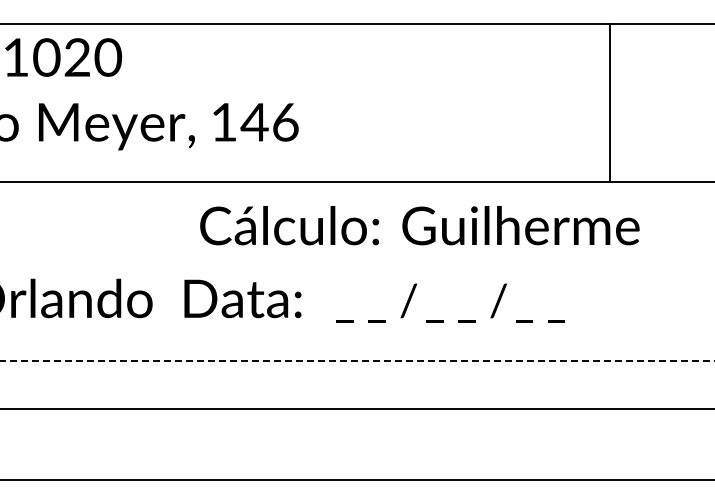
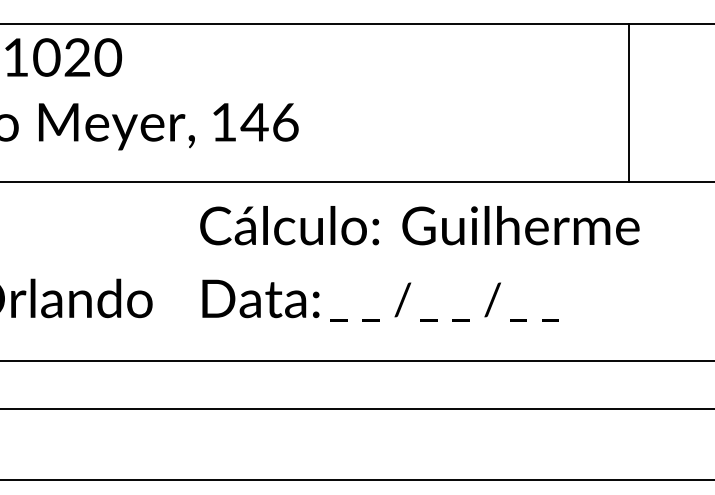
line at (610, 102) position: (610, 102) -> (629, 102)
text at (242, 298) position: (242, 298) -> (260, 298)
text at (450, 302) position: (450, 302) -> (444, 301)
line at (356, 360): dashed -> solid
